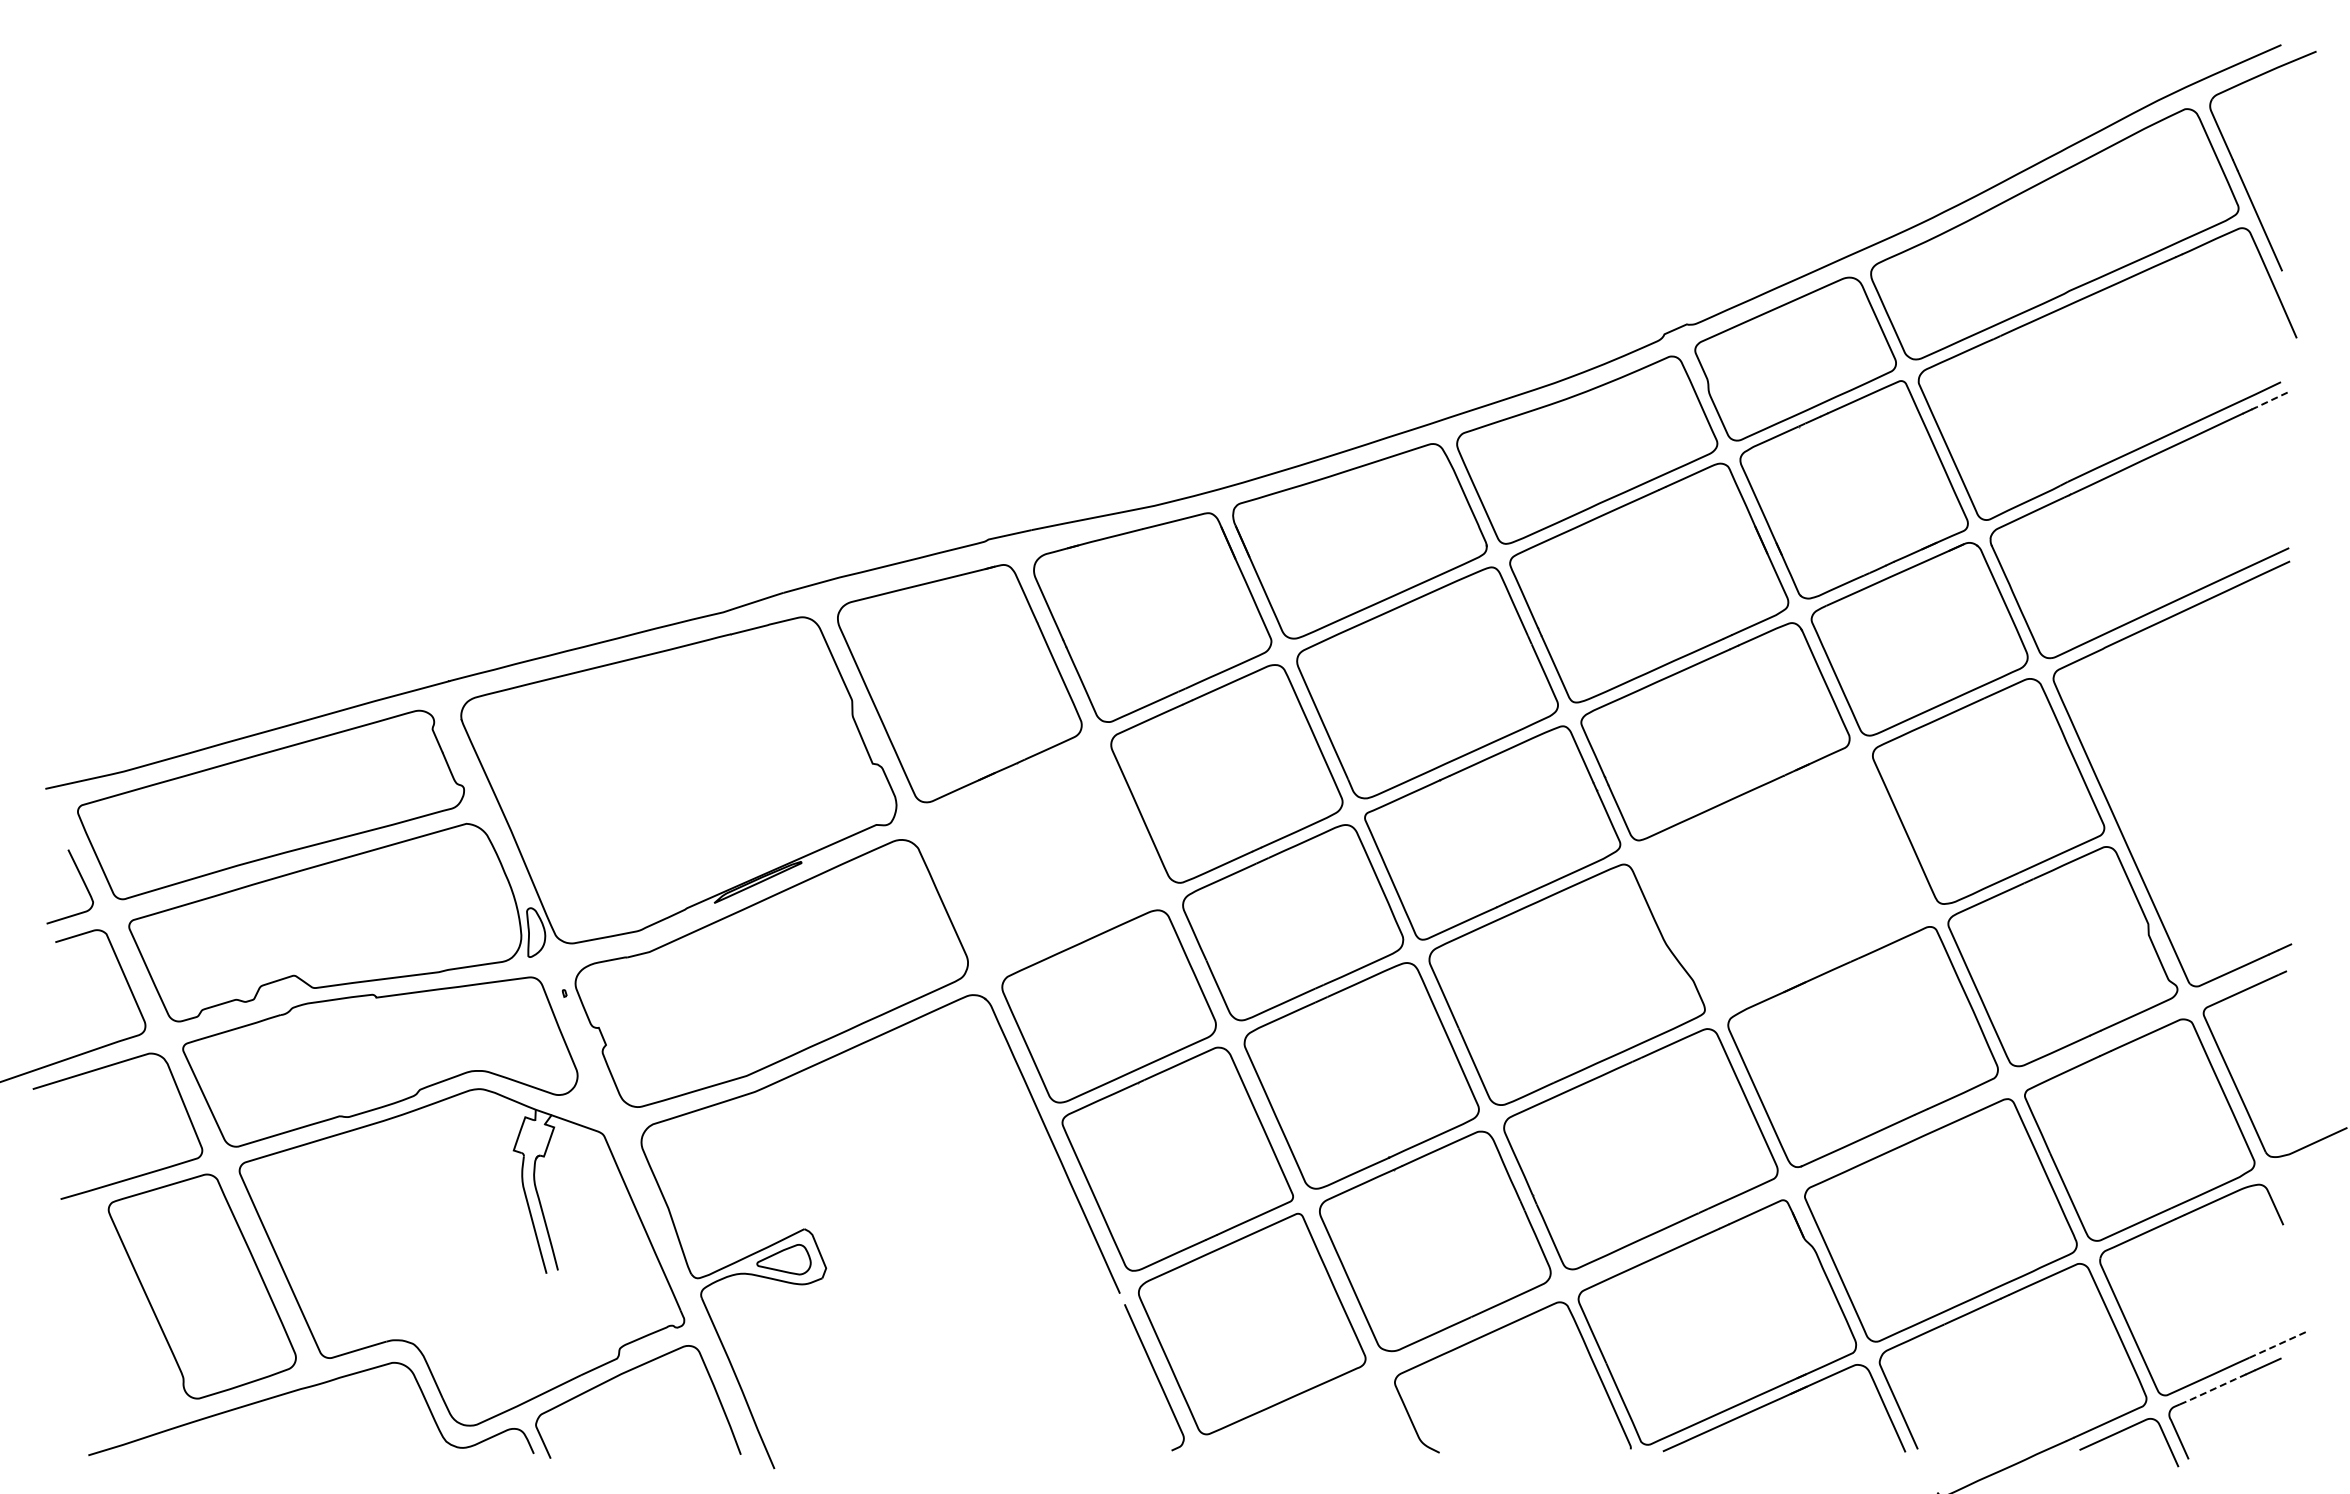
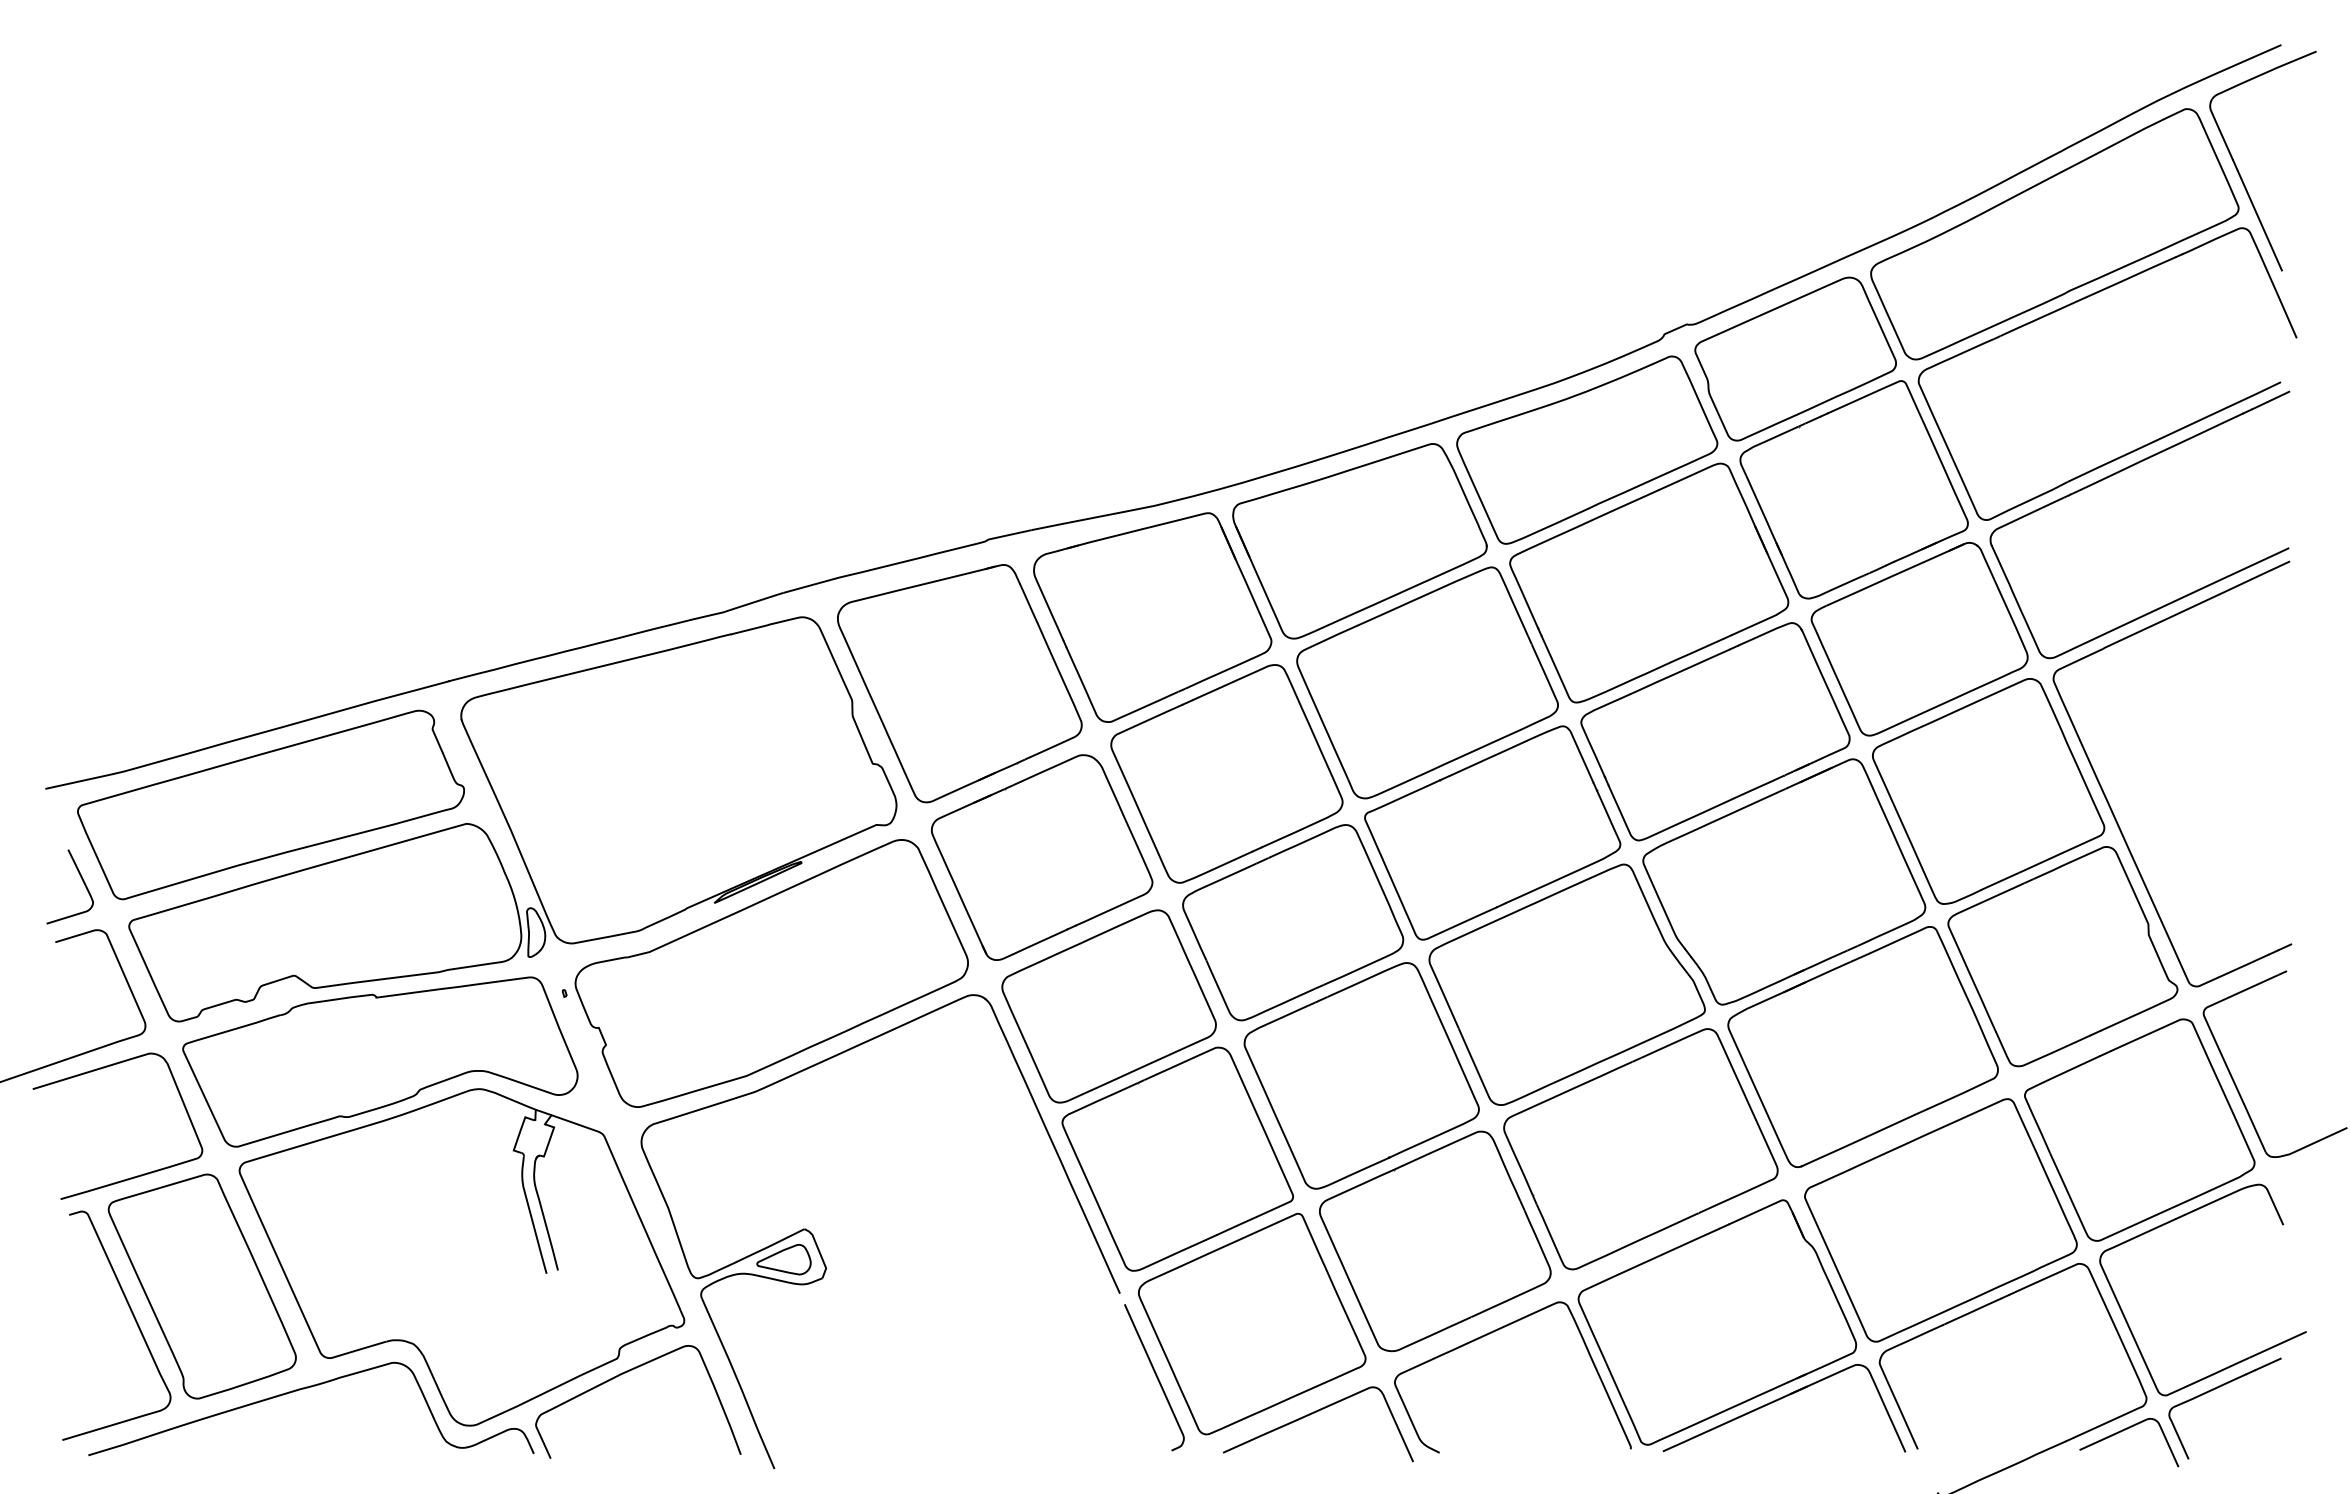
line at (2270, 400): dashed -> solid
part at (1042, 857): none -> present
part at (1784, 881): none -> present
curve at (133, 1317): none -> present
line at (2277, 1344): dashed -> solid
line at (2213, 1389): dashed -> solid
curve at (1312, 1414): none -> present
